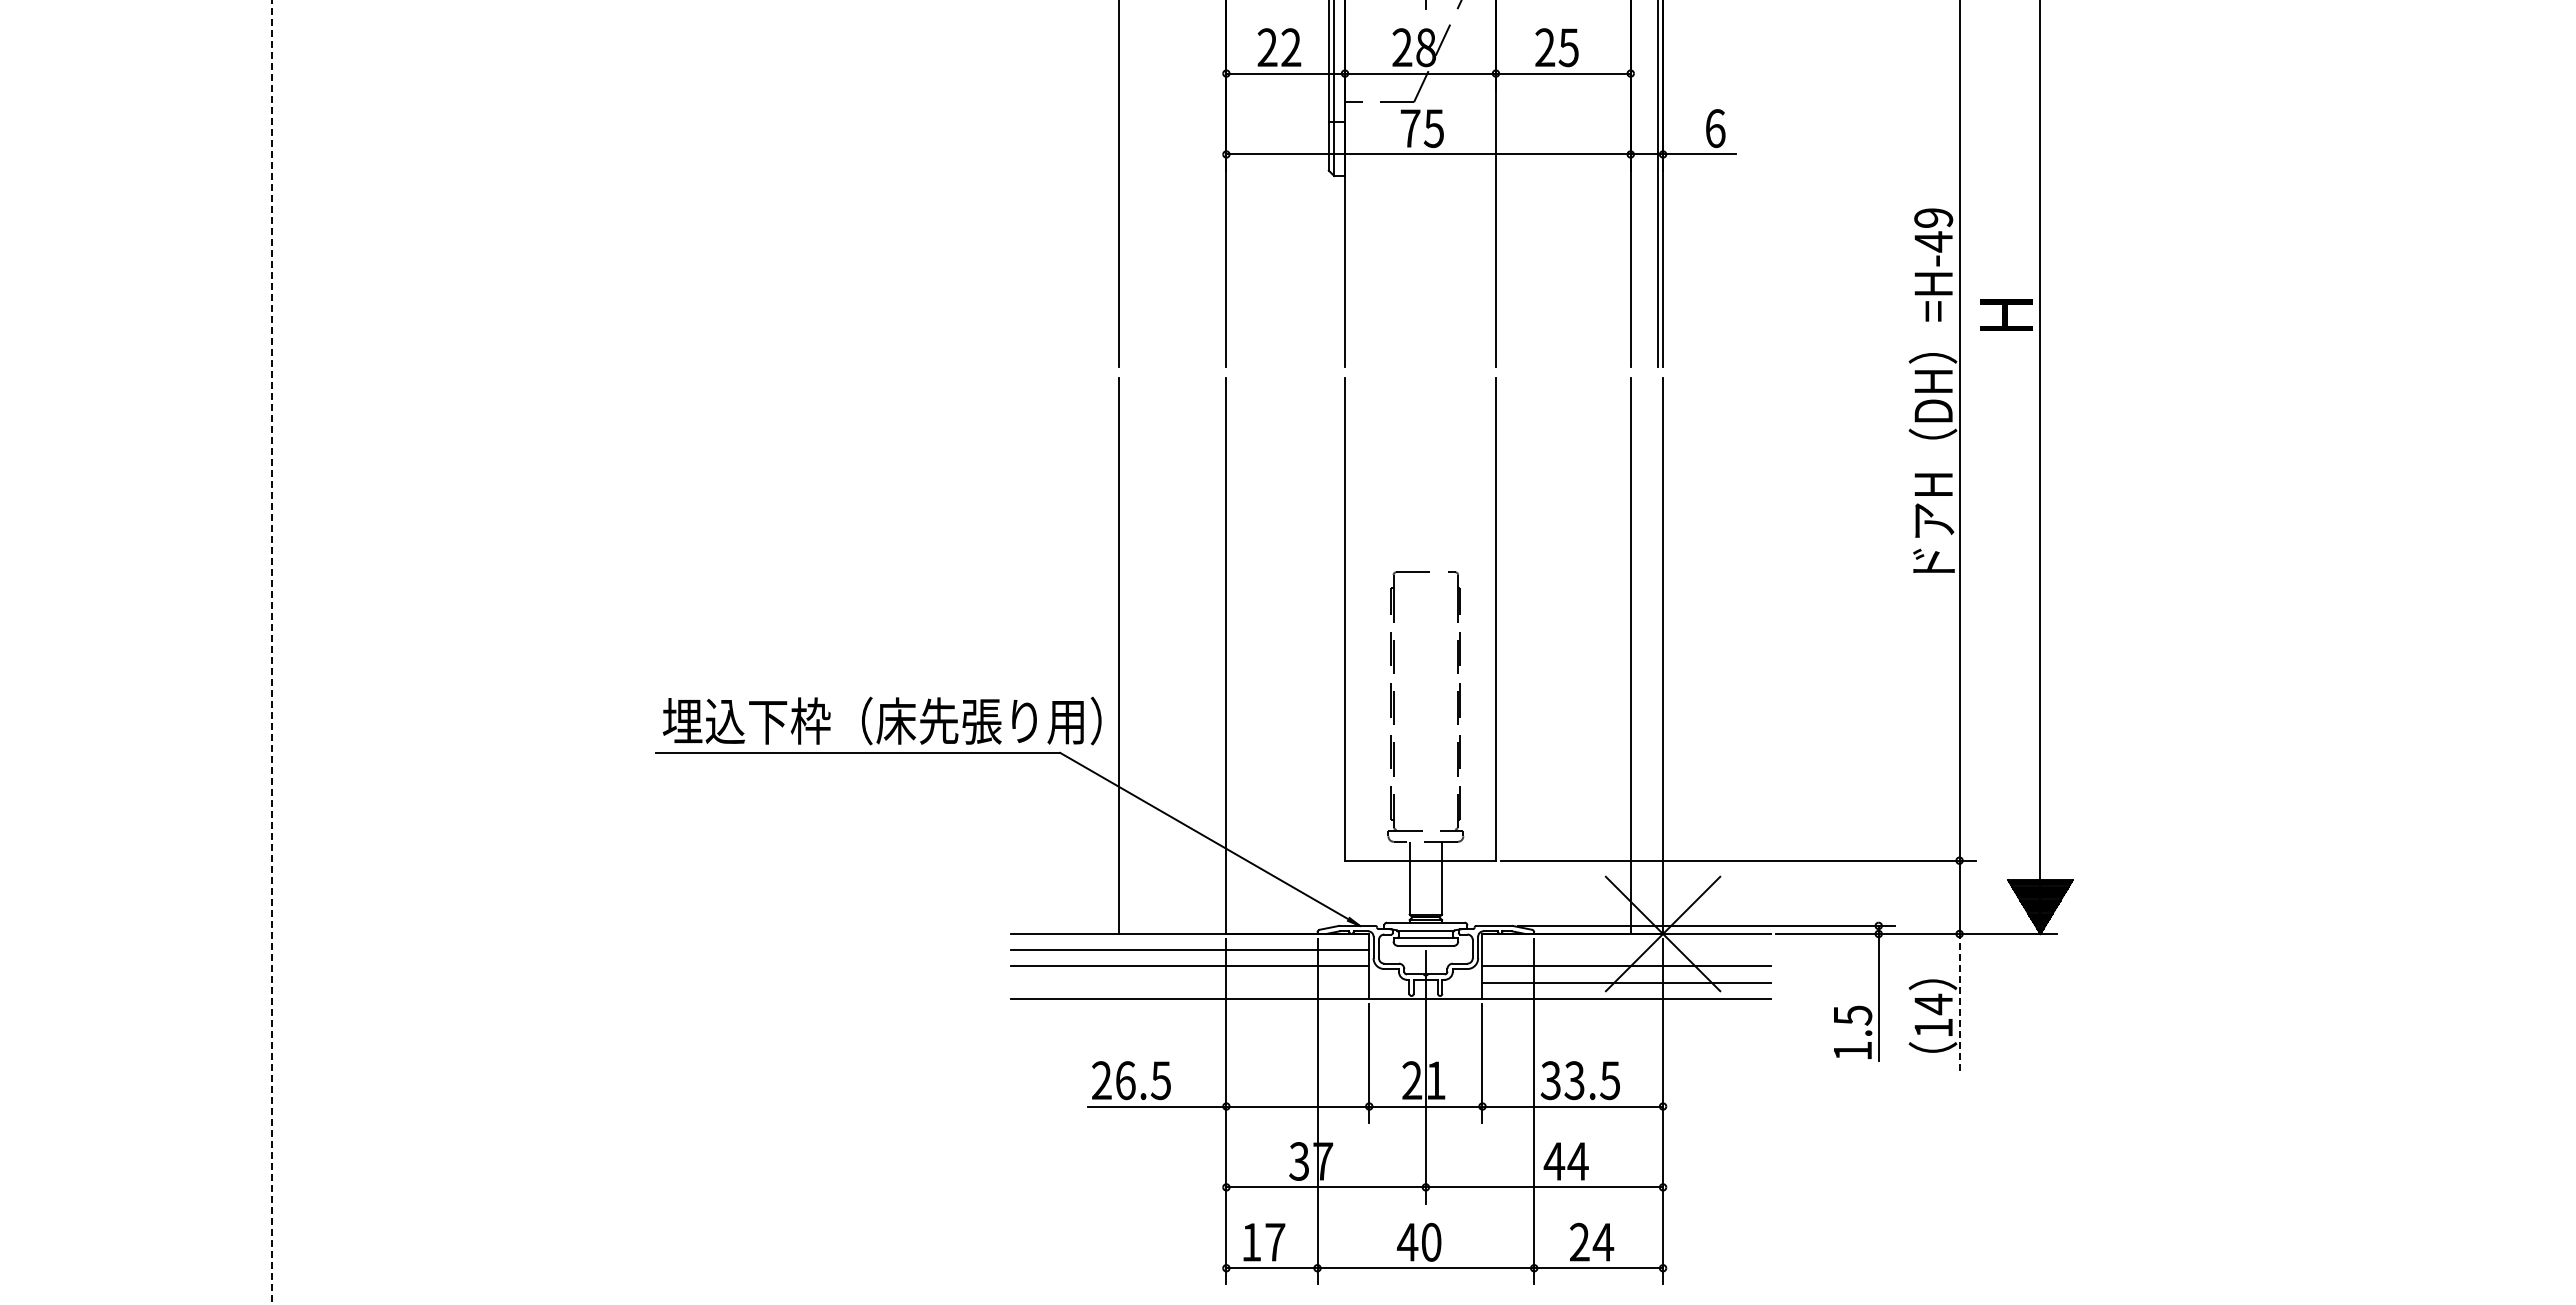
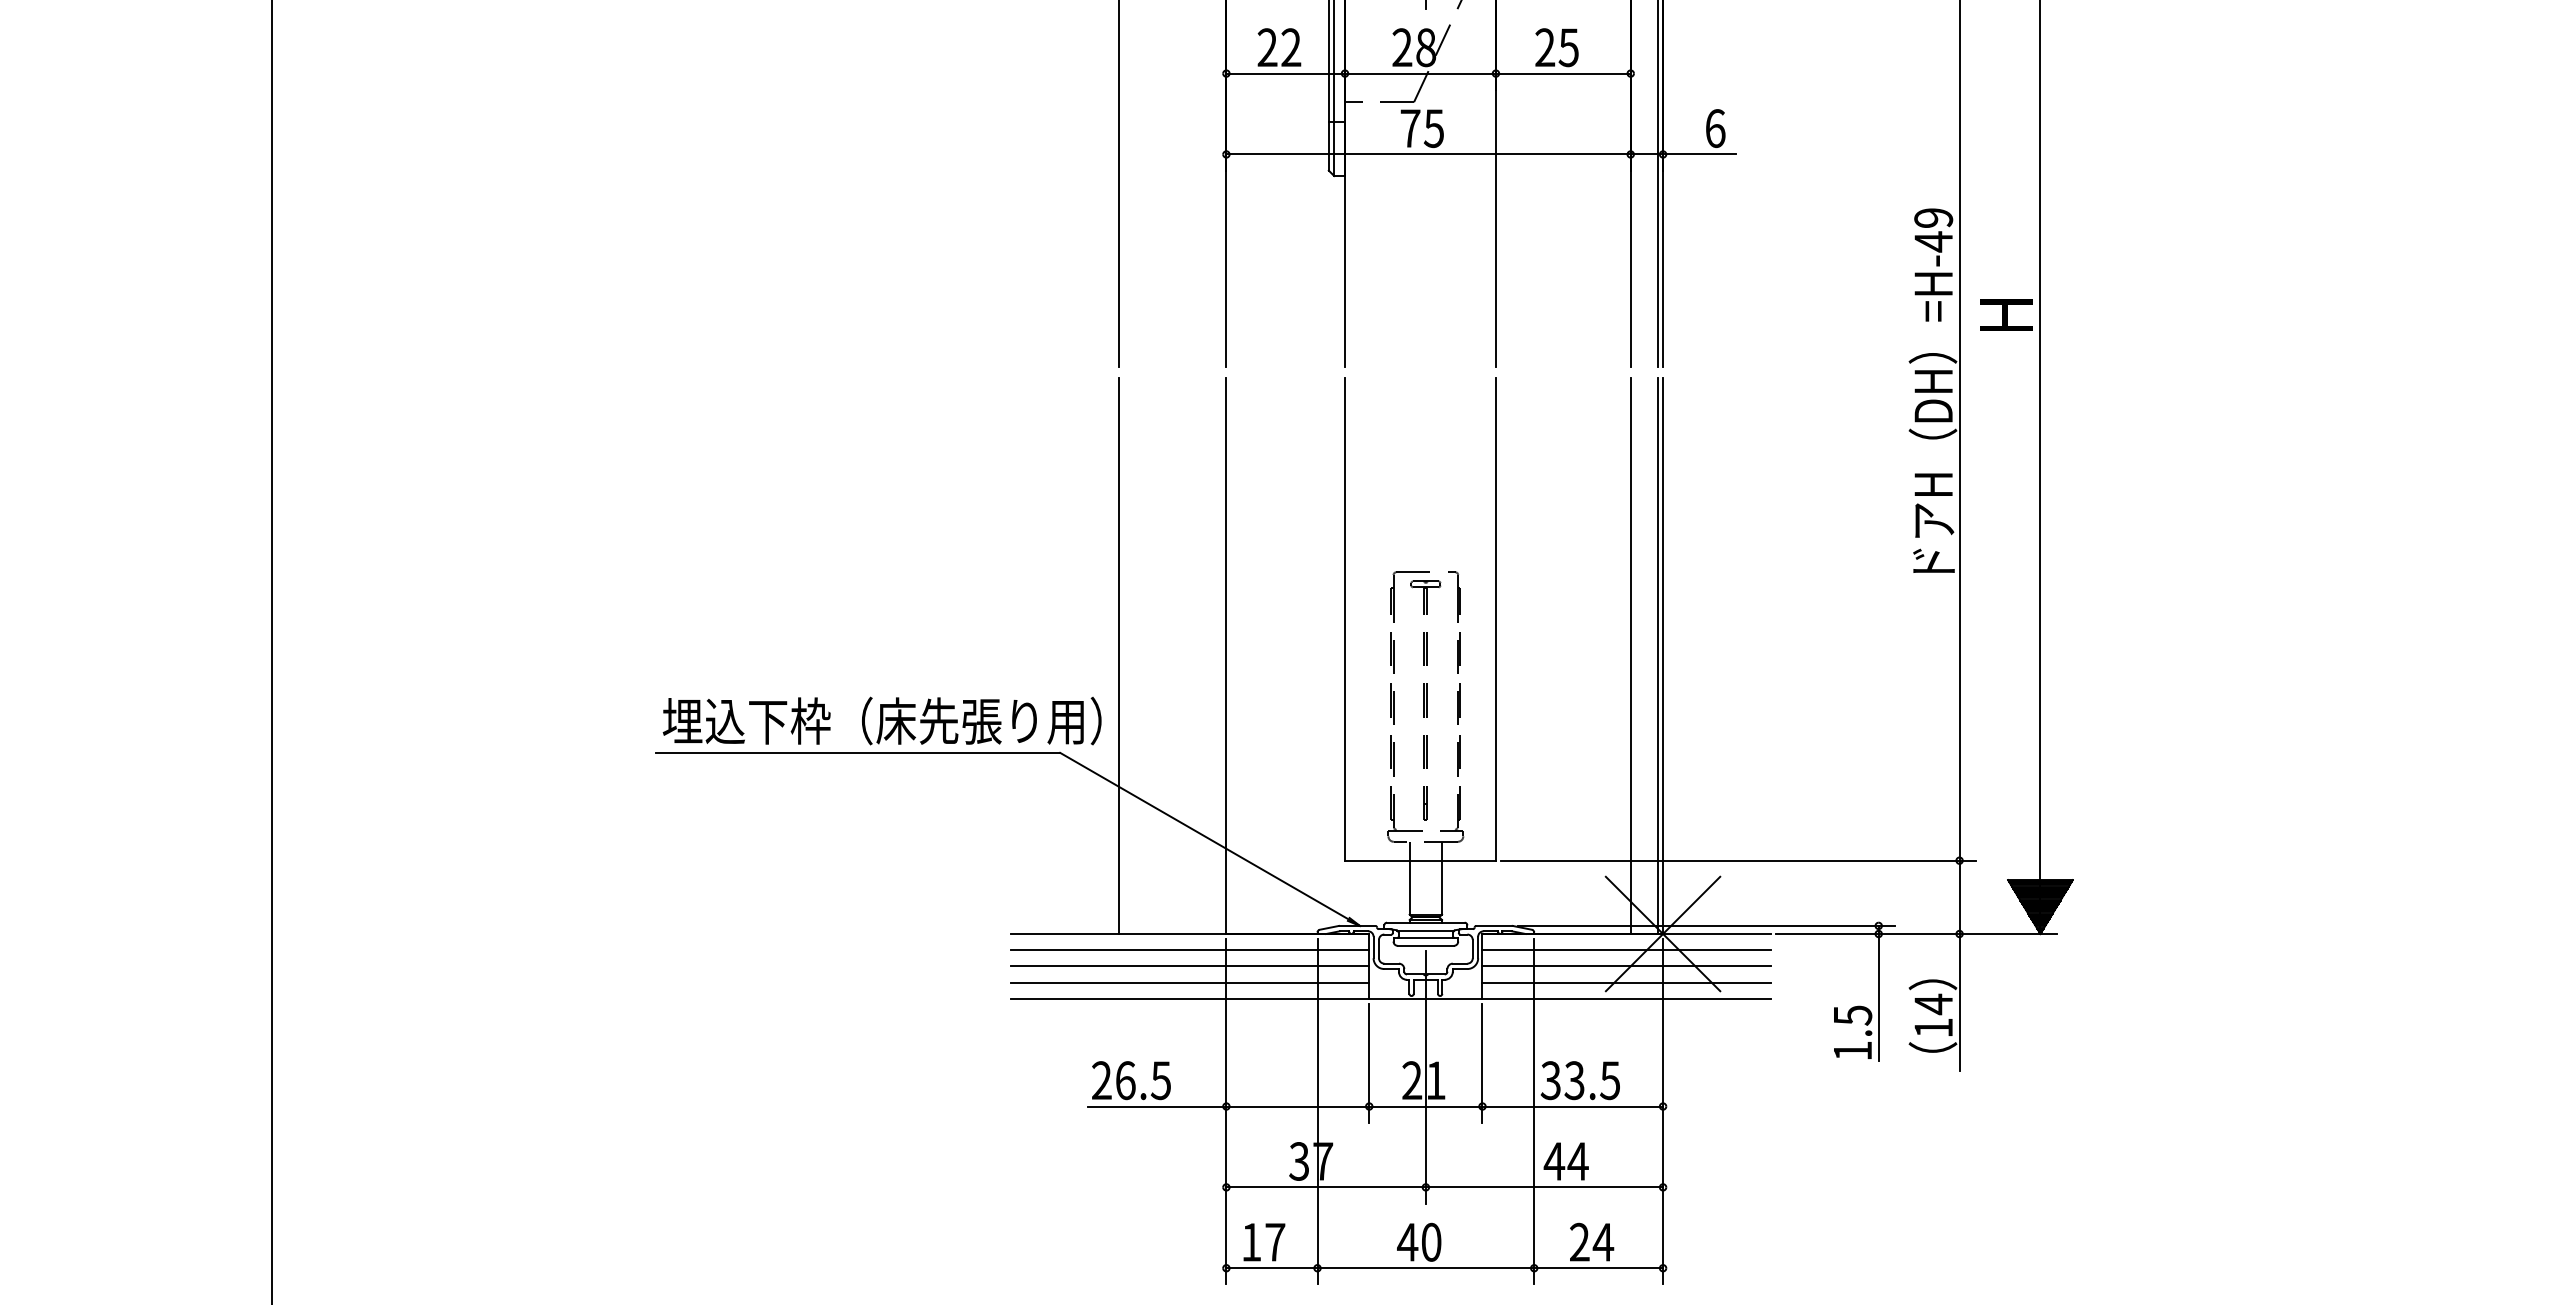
line at (272, 652): dashed -> solid
line at (1657, 656): none -> present
part at (1425, 700): none -> present
line at (1626, 950): none -> present
line at (1189, 982): none -> present
line at (1959, 1001): dashed -> solid
